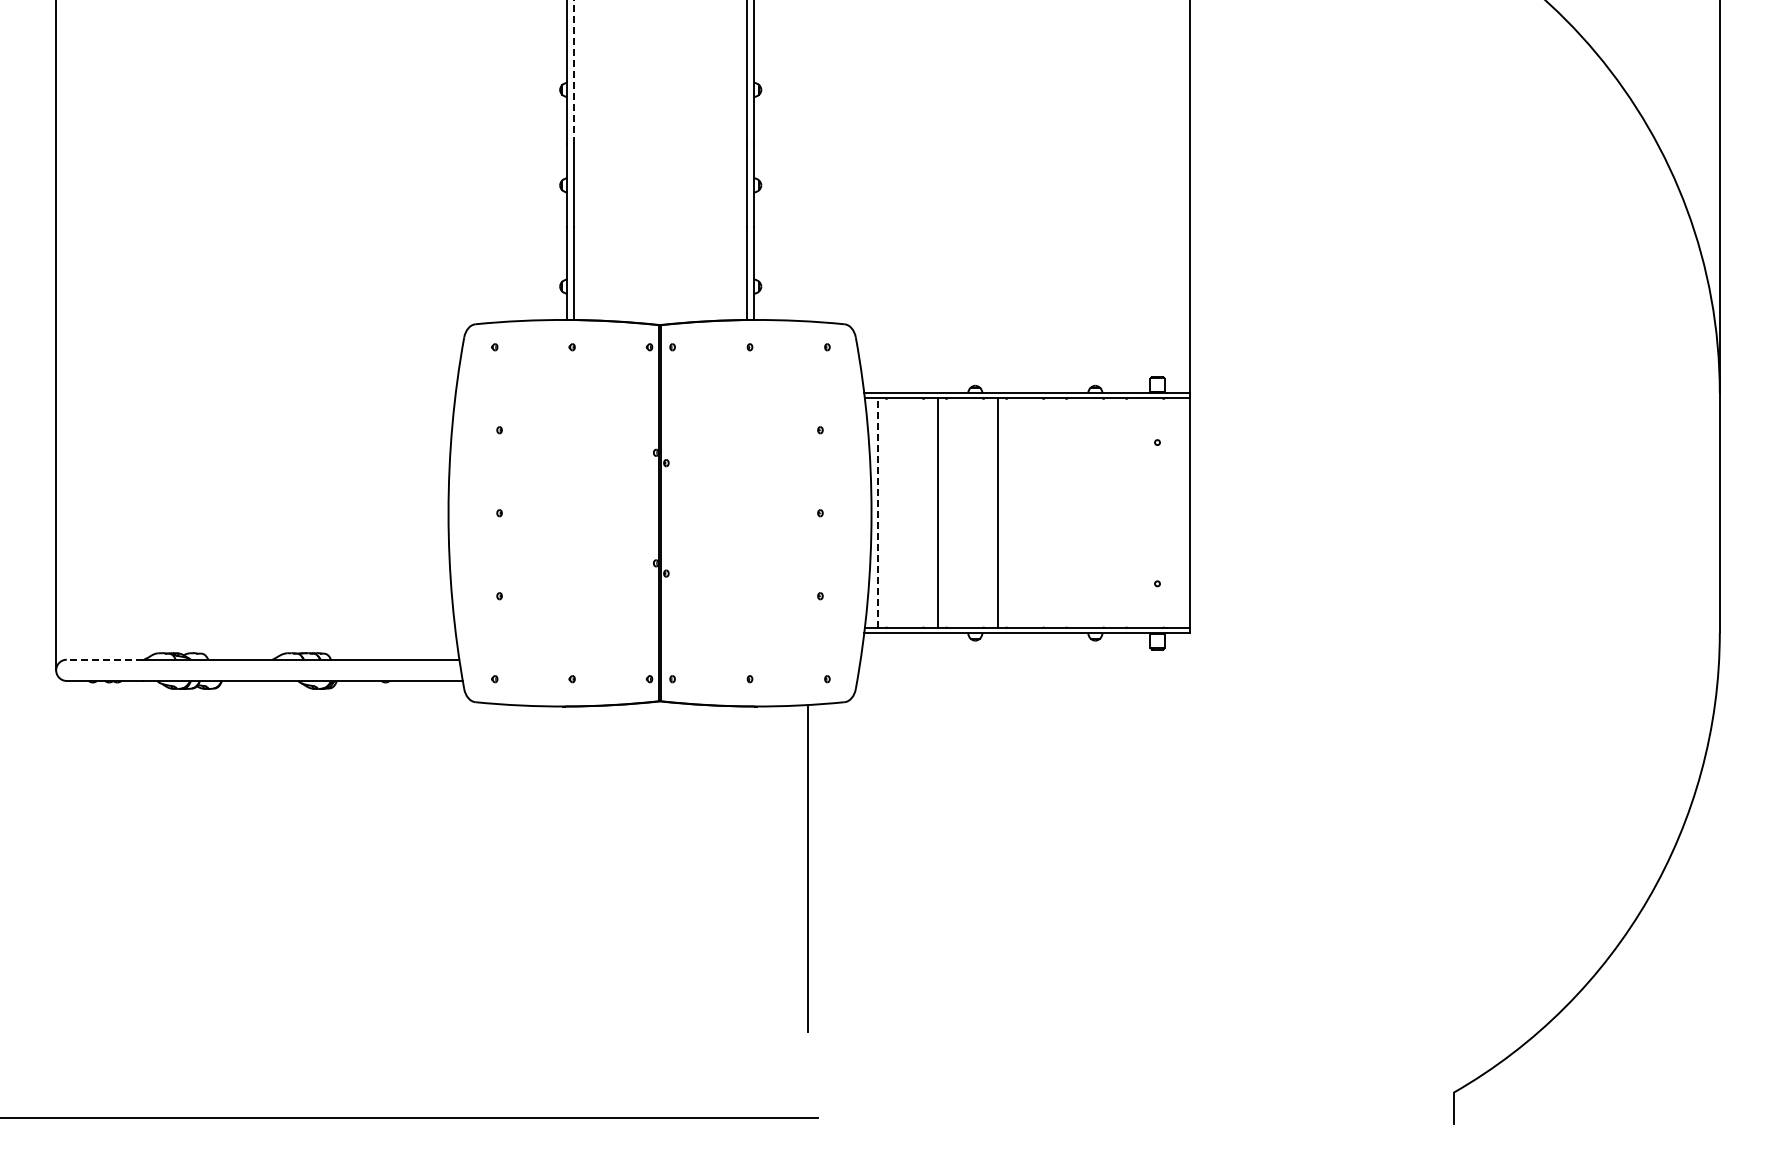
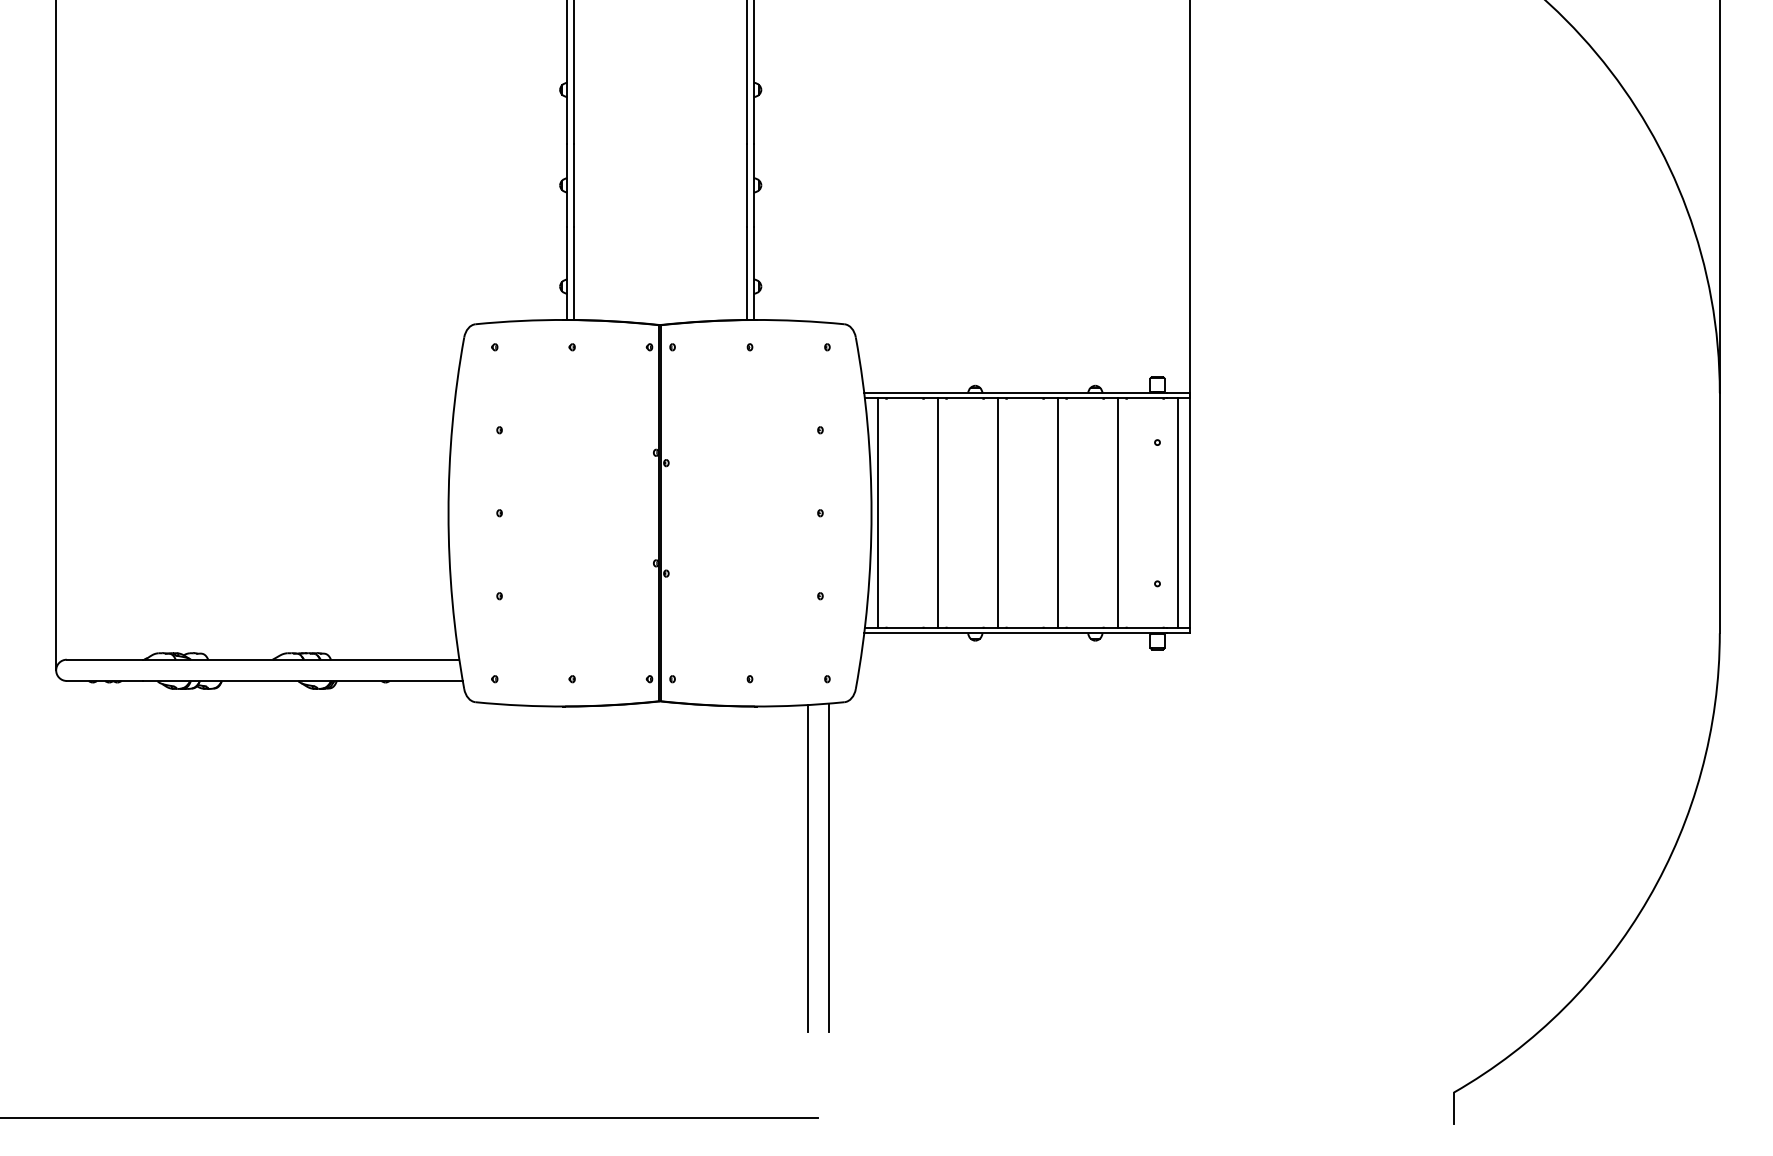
line at (574, 71): dashed -> solid
line at (1058, 512): none -> present
line at (1118, 512): none -> present
line at (1178, 512): none -> present
line at (878, 513): dashed -> solid
line at (104, 659): dashed -> solid
line at (828, 867): none -> present
